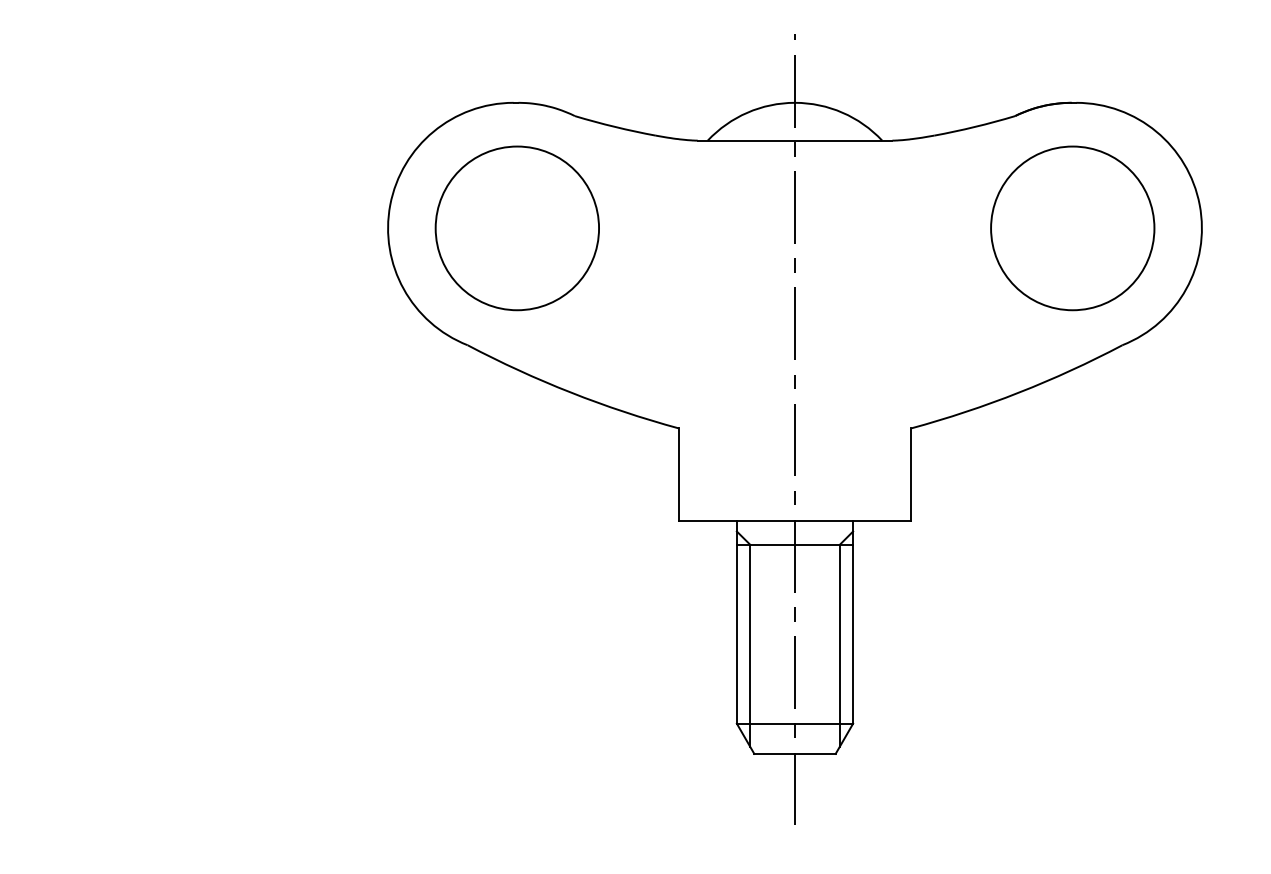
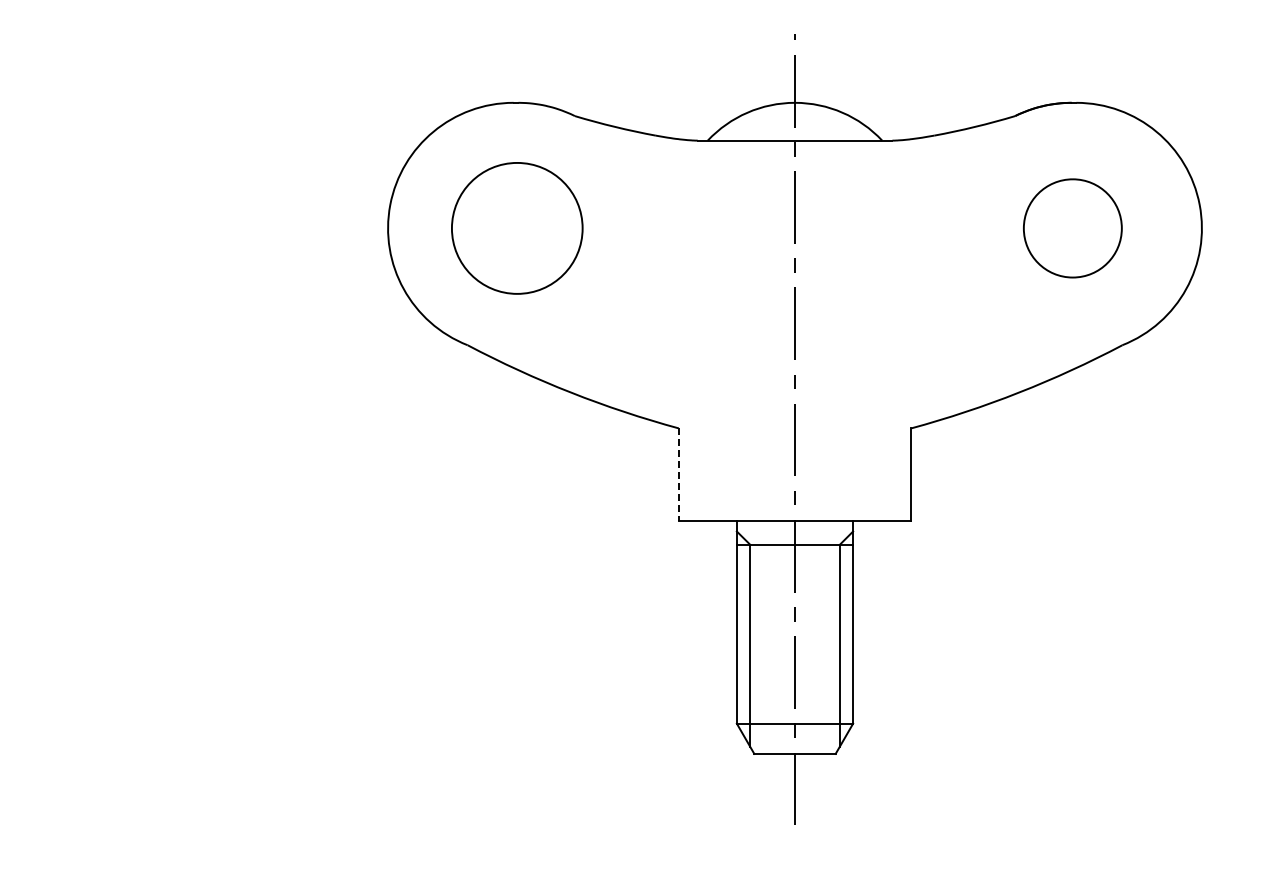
part at (516, 228) size: 166x167 px -> 133x133 px
part at (1072, 228) size: 166x167 px -> 100x101 px
line at (678, 474): solid -> dashed
